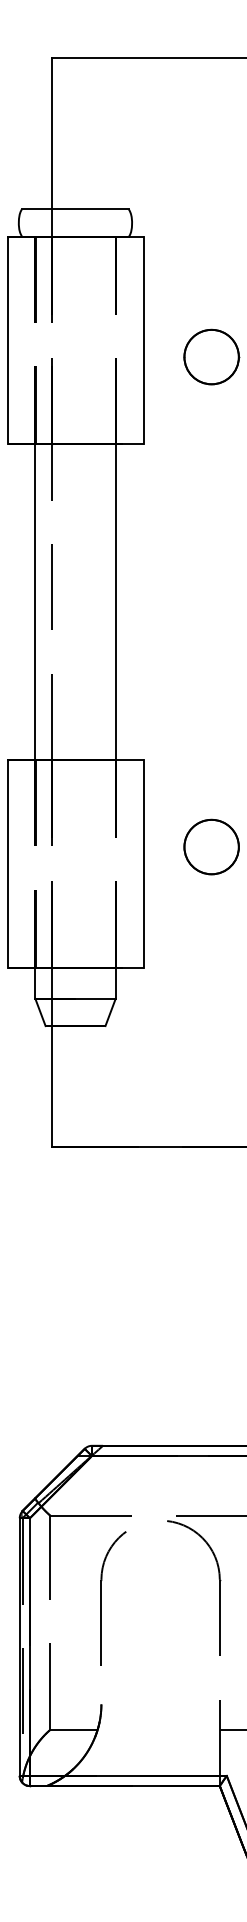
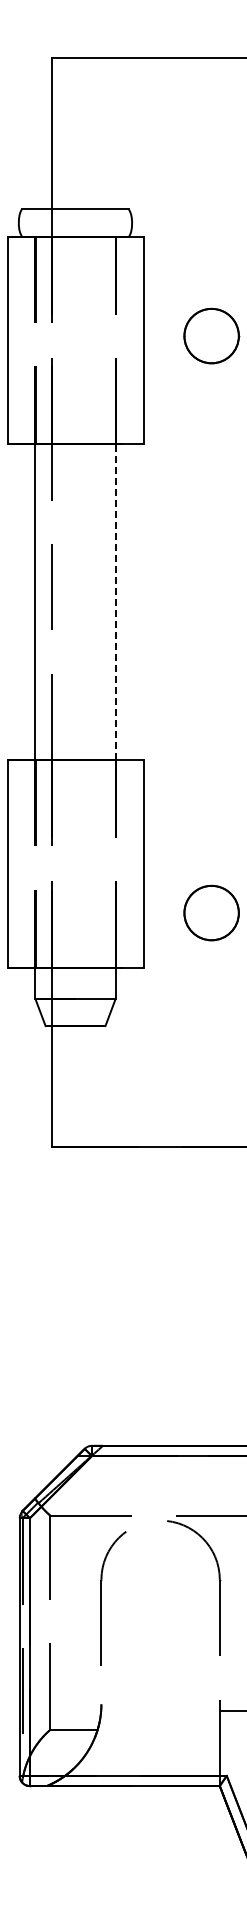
part at (211, 356) position: (211, 356) -> (211, 335)
line at (115, 602): solid -> dashed
part at (211, 846) position: (211, 846) -> (211, 912)
line at (231, 1729) position: (231, 1729) -> (231, 1710)
